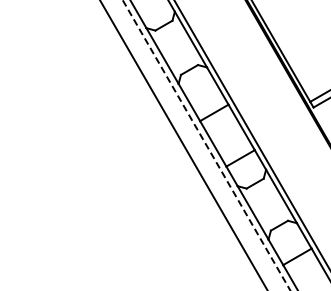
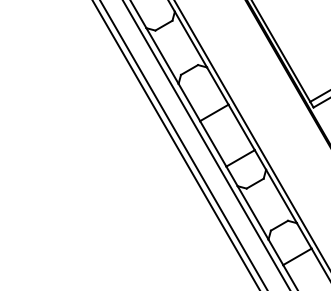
line at (175, 144): none -> present
line at (206, 145): dashed -> solid
